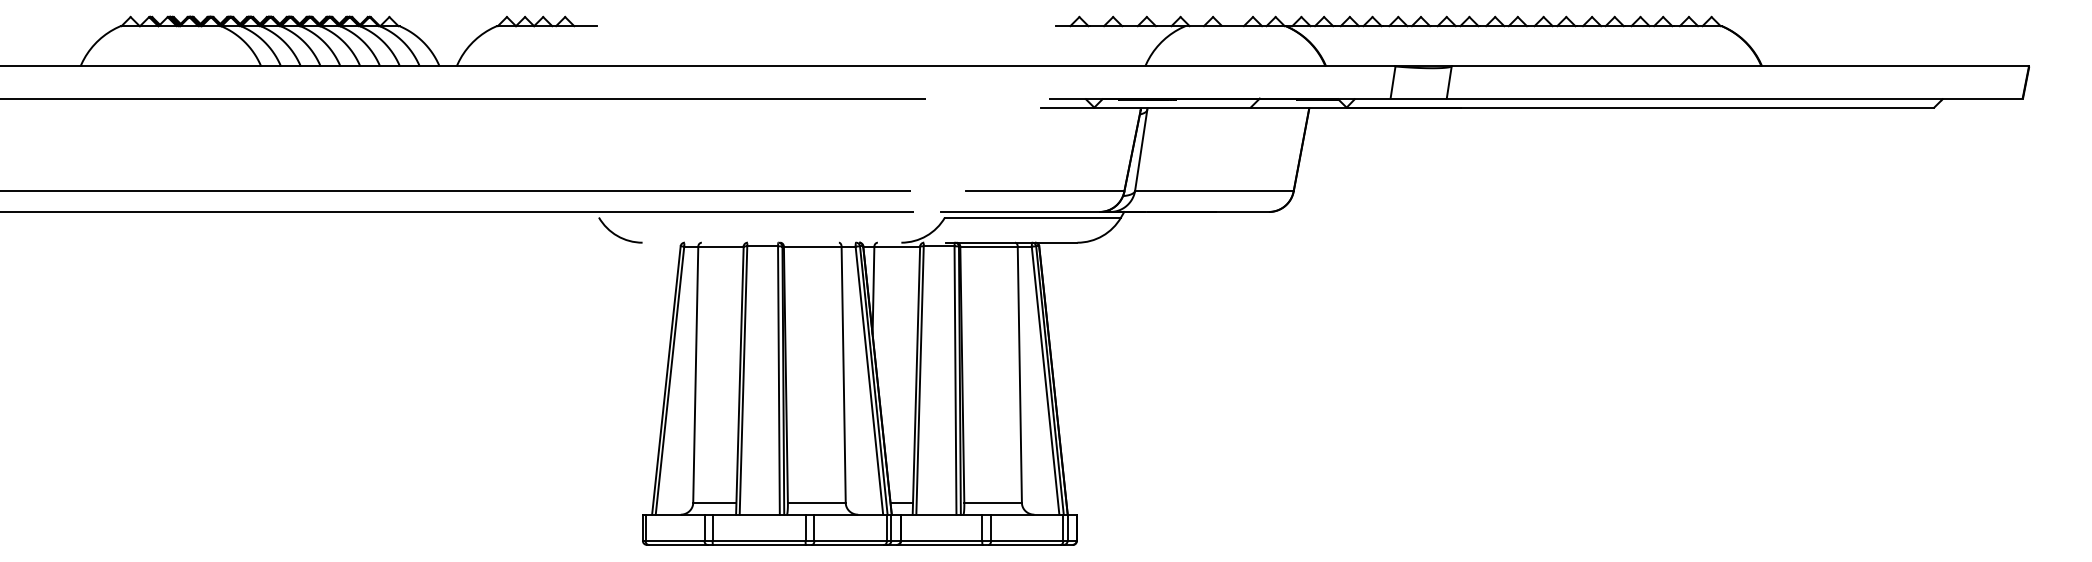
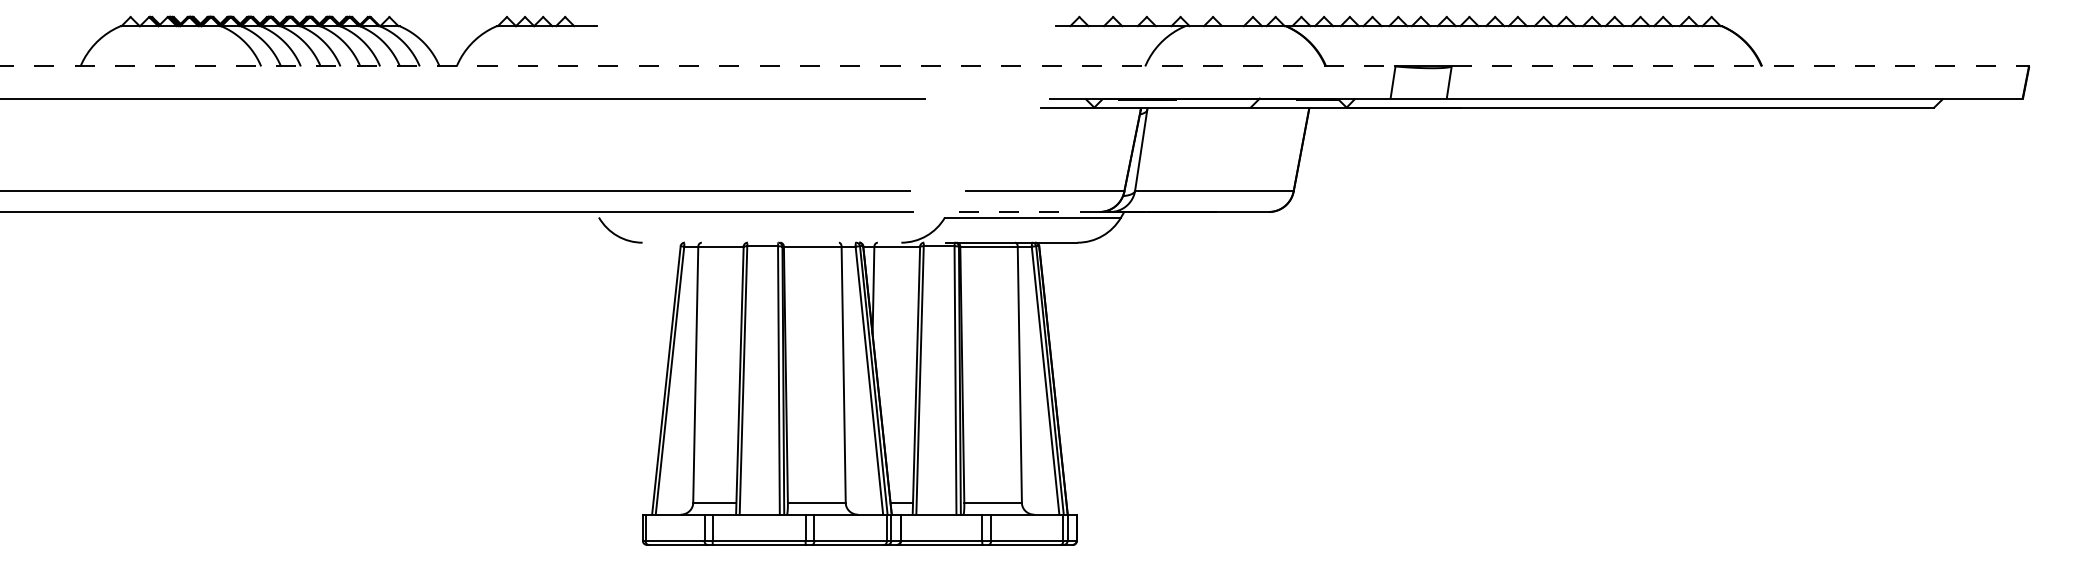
line at (697, 66): solid -> dashed
line at (1740, 66): solid -> dashed
line at (1020, 211): solid -> dashed
